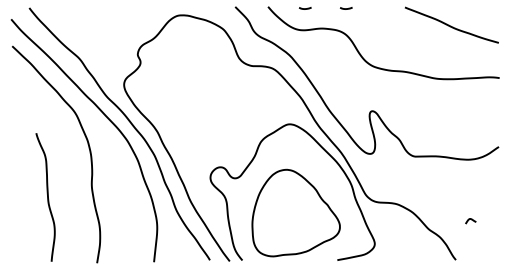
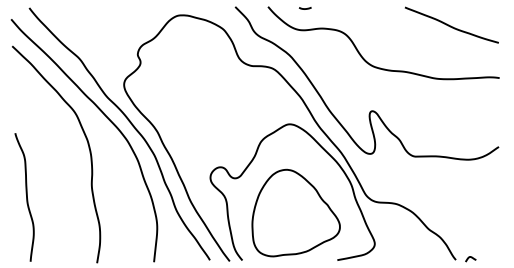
line at (346, 8): present -> none
curve at (47, 197) position: (47, 197) -> (26, 197)
curve at (469, 220) position: (469, 220) -> (469, 258)
